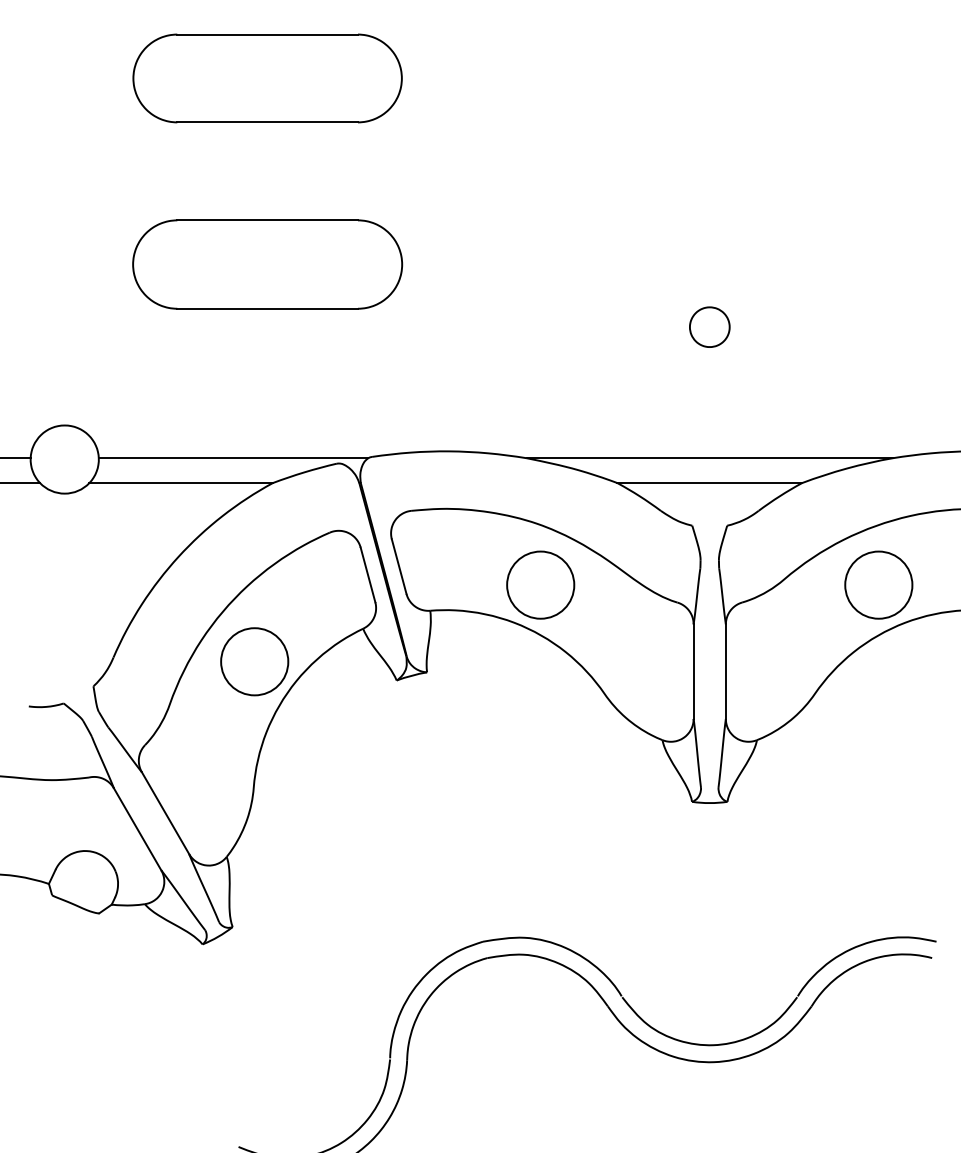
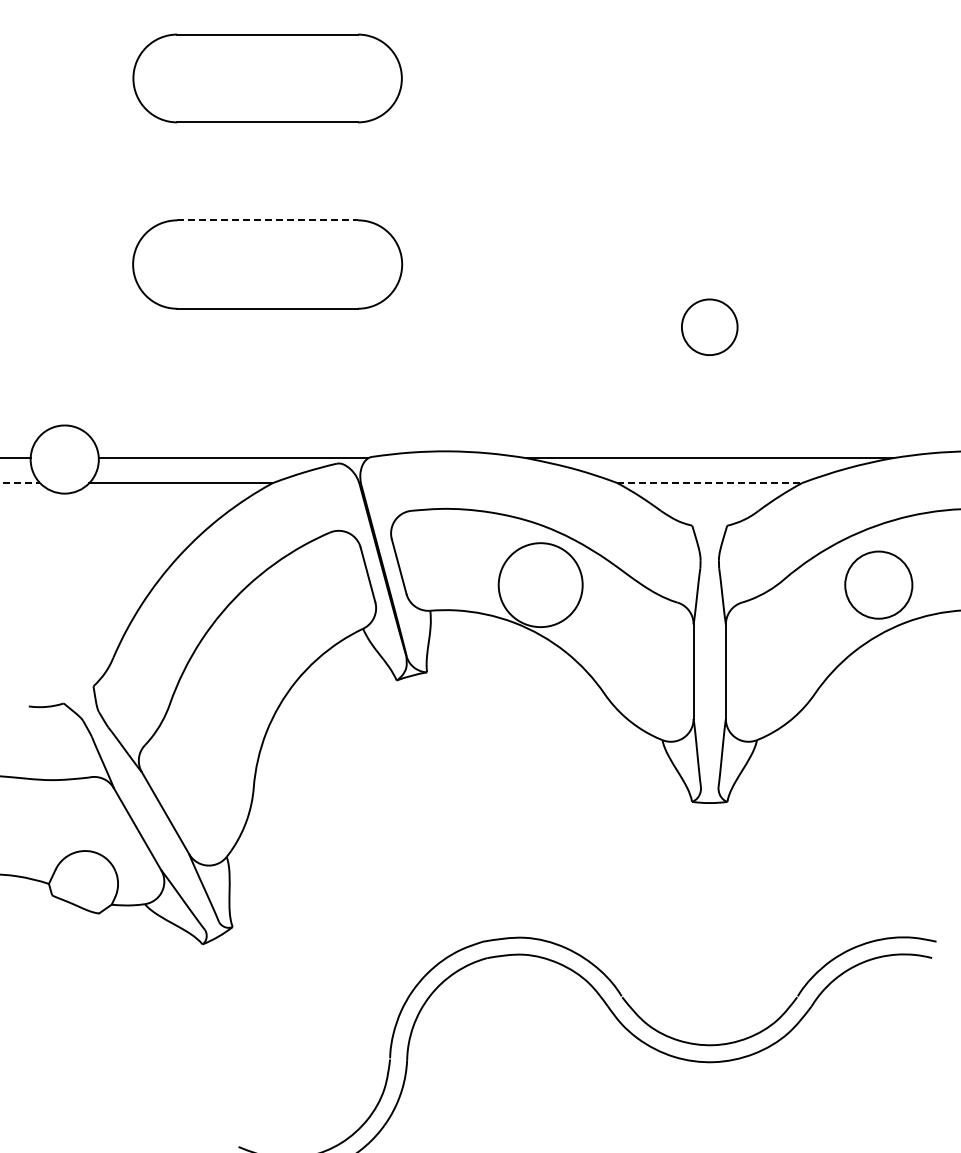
line at (268, 220): solid -> dashed
part at (709, 326) size: 42x42 px -> 58x58 px
line at (20, 483): solid -> dashed
line at (710, 483): solid -> dashed
circle at (540, 584) diameter: 67 px -> 84 px
circle at (254, 661): present -> none
